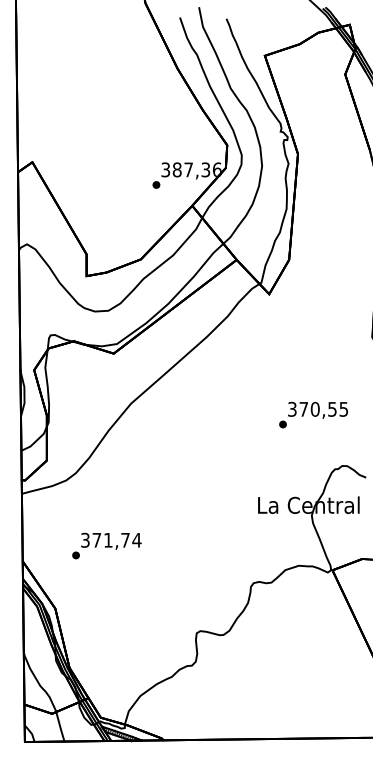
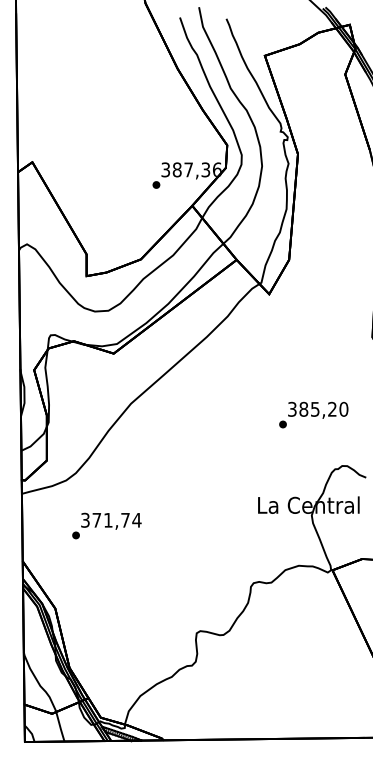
text at (323, 408): 370,55 -> 385,20
text at (106, 545) position: (106, 545) -> (106, 525)
